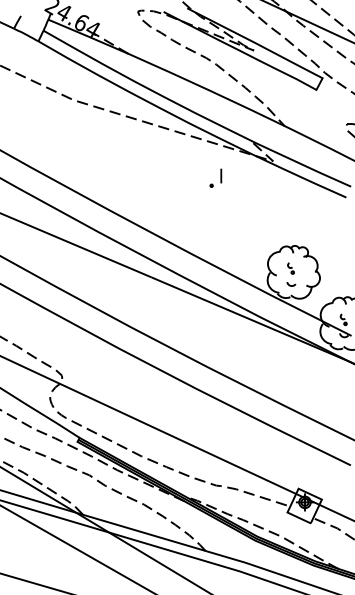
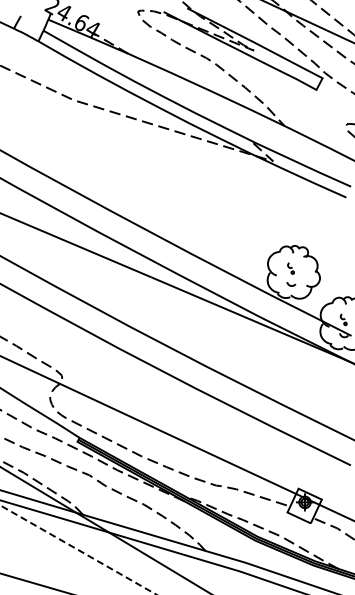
part at (215, 177): present -> none
line at (78, 550): solid -> dashed
